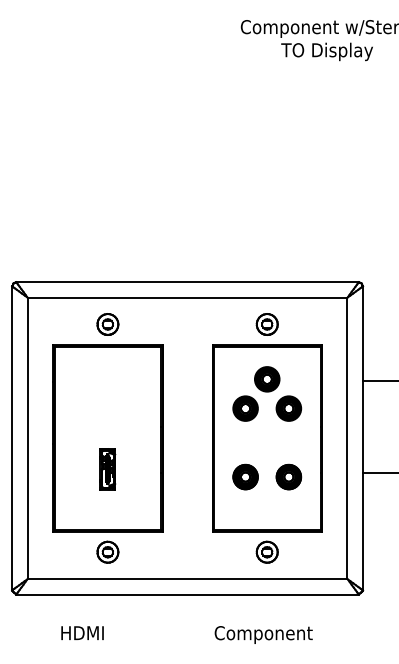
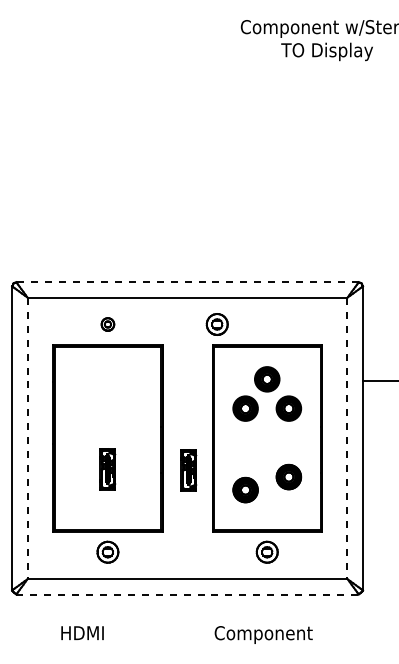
line at (187, 282): solid -> dashed
part at (107, 324) size: 24x23 px -> 16x15 px
part at (266, 324) position: (266, 324) -> (216, 324)
line at (27, 438): solid -> dashed
line at (347, 438): solid -> dashed
part at (188, 470): none -> present
line at (379, 472): present -> none
part at (245, 476) position: (245, 476) -> (245, 489)
line at (188, 594): solid -> dashed
